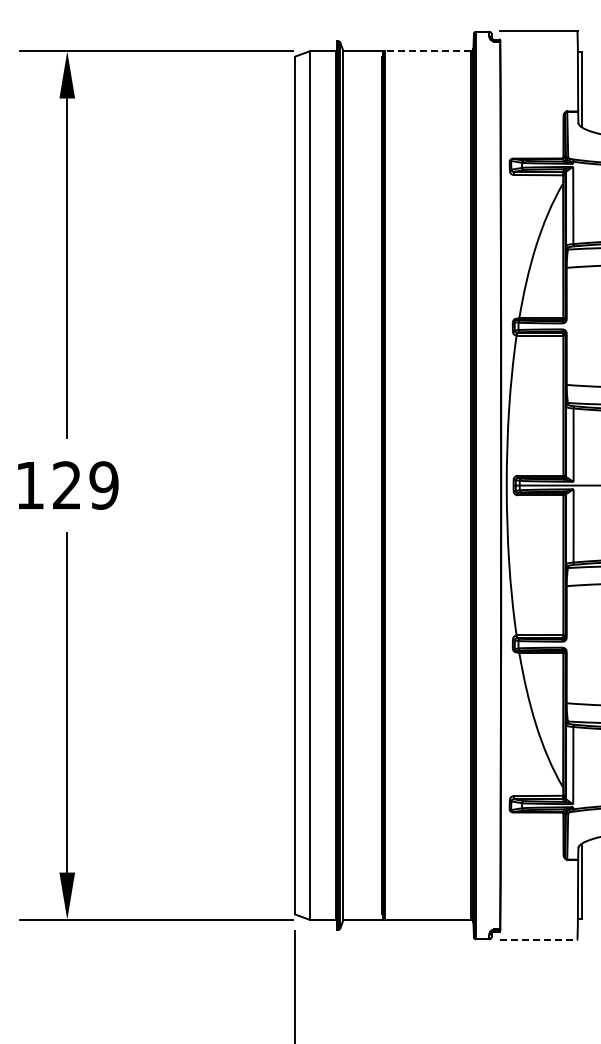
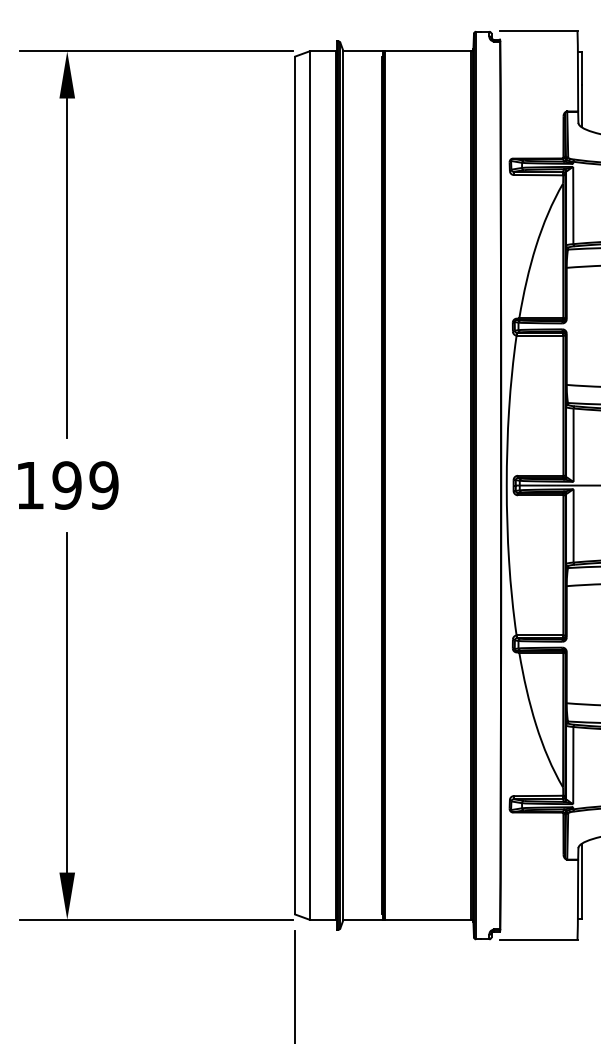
line at (427, 51): dashed -> solid
text at (66, 485): 129 -> 199
line at (538, 939): dashed -> solid
